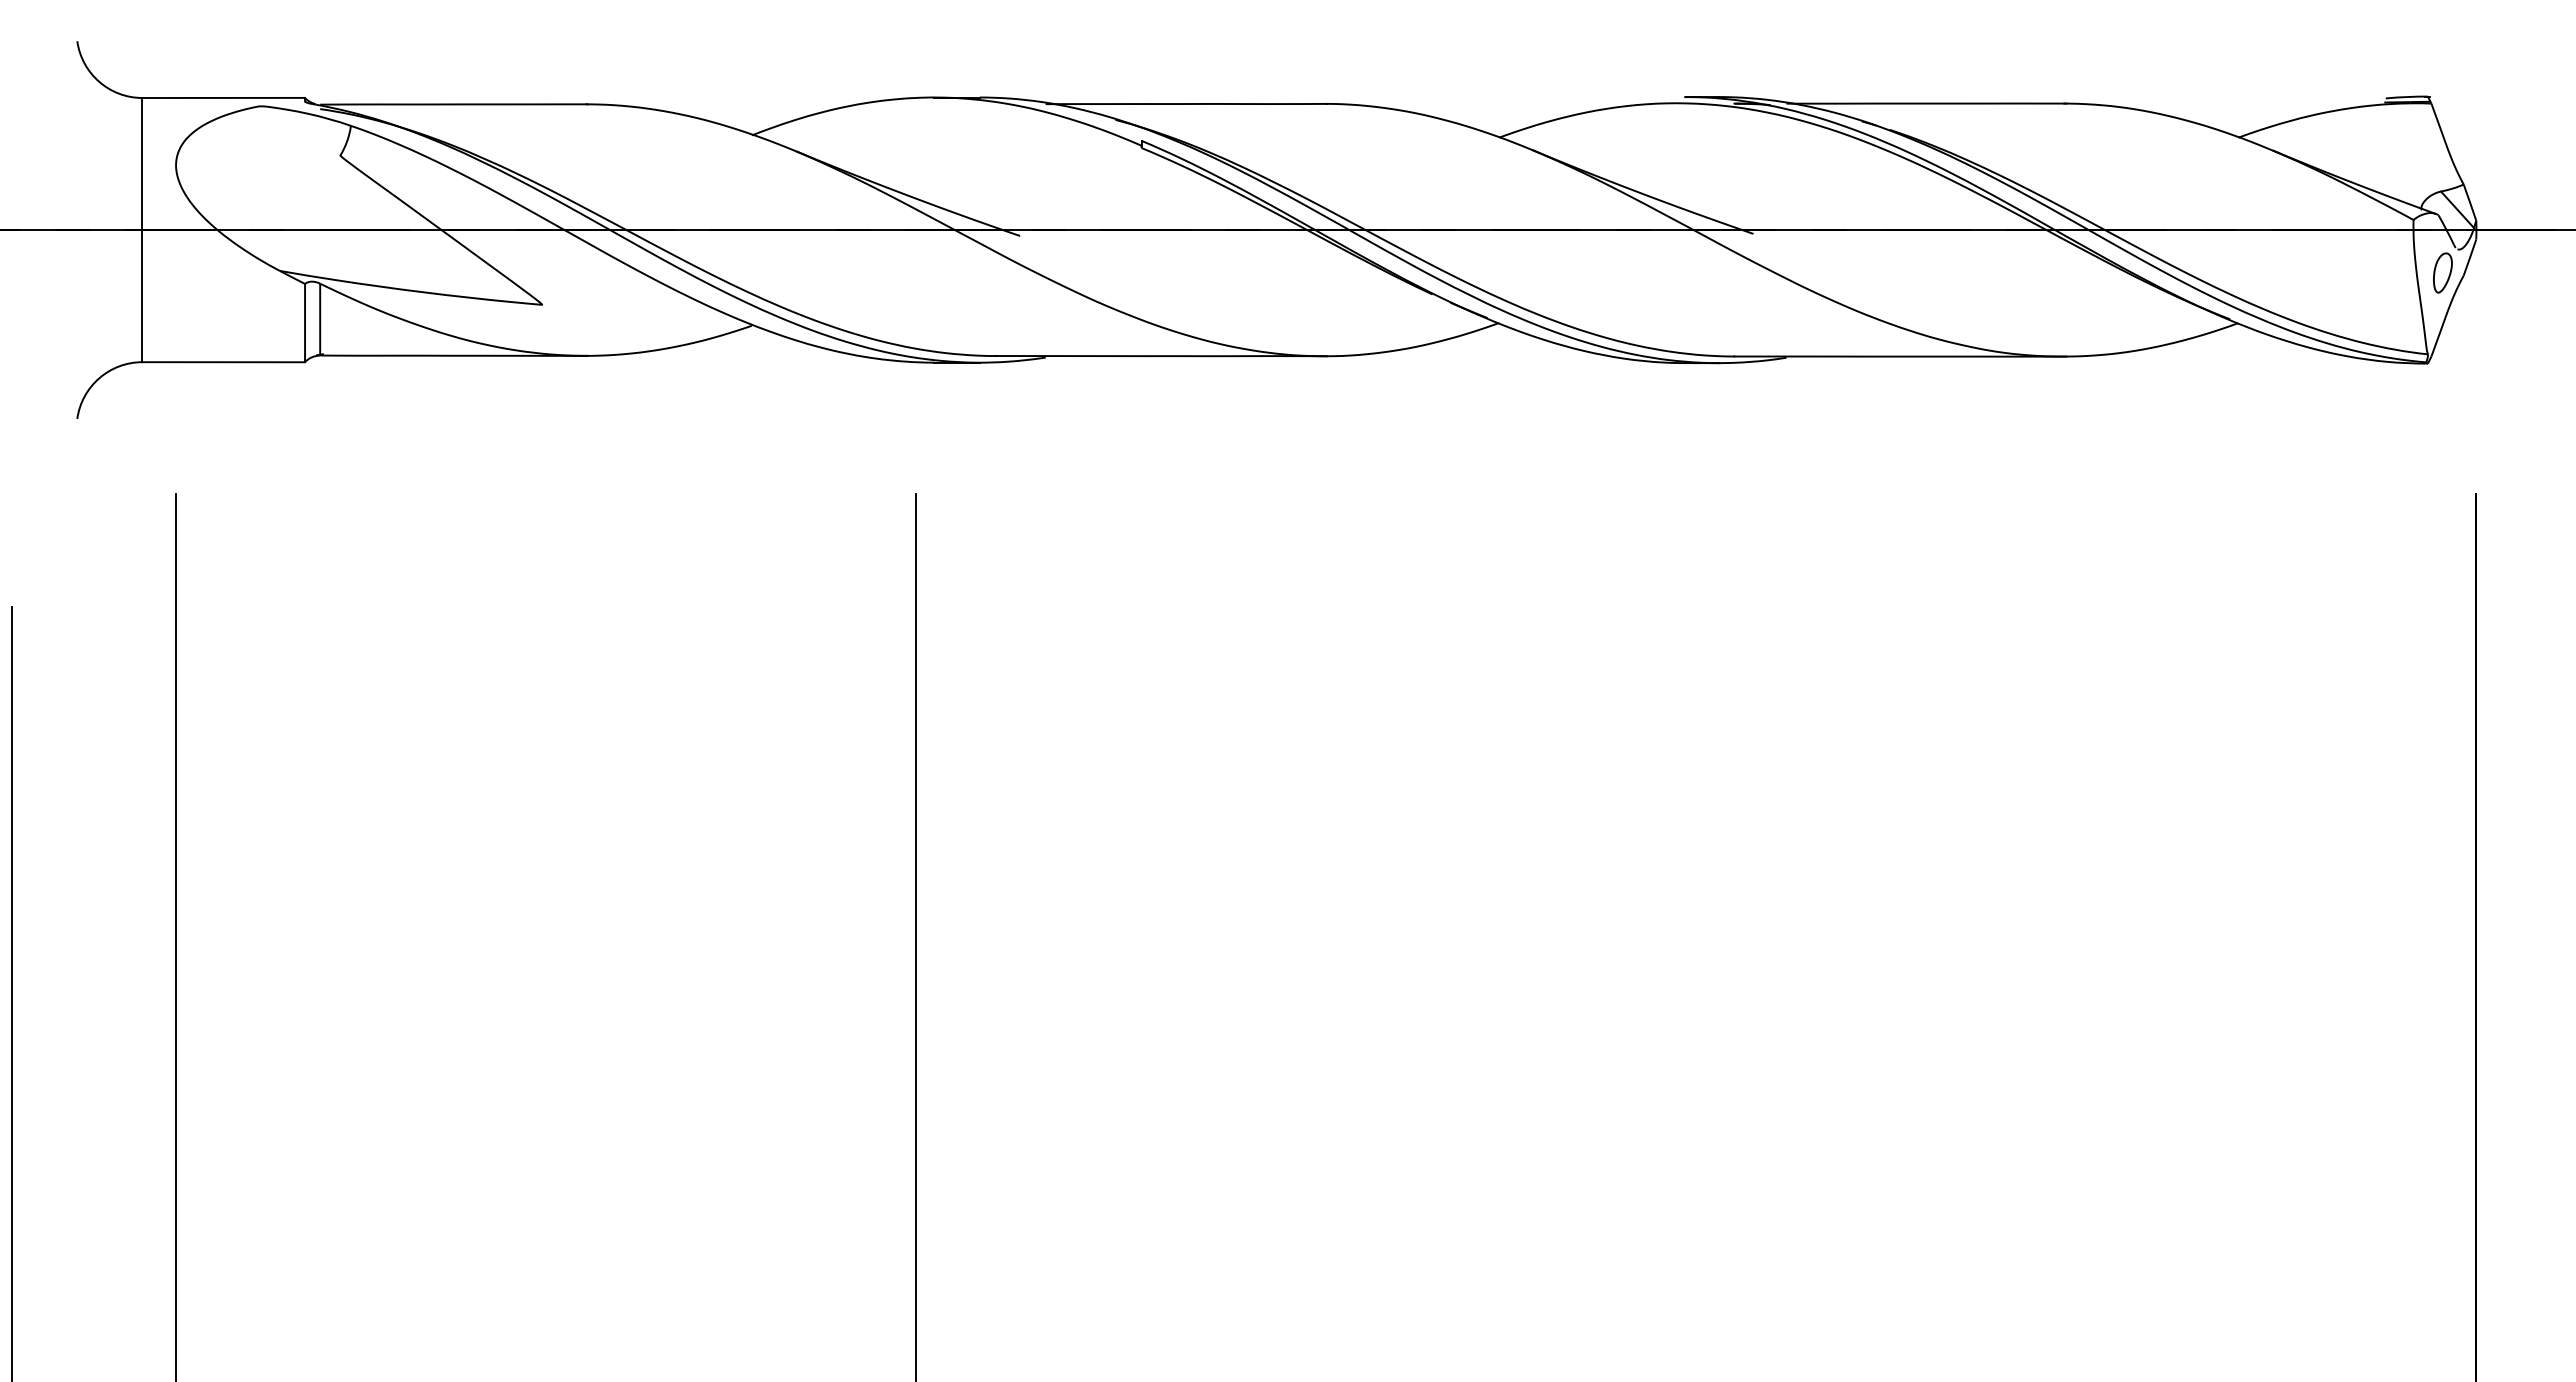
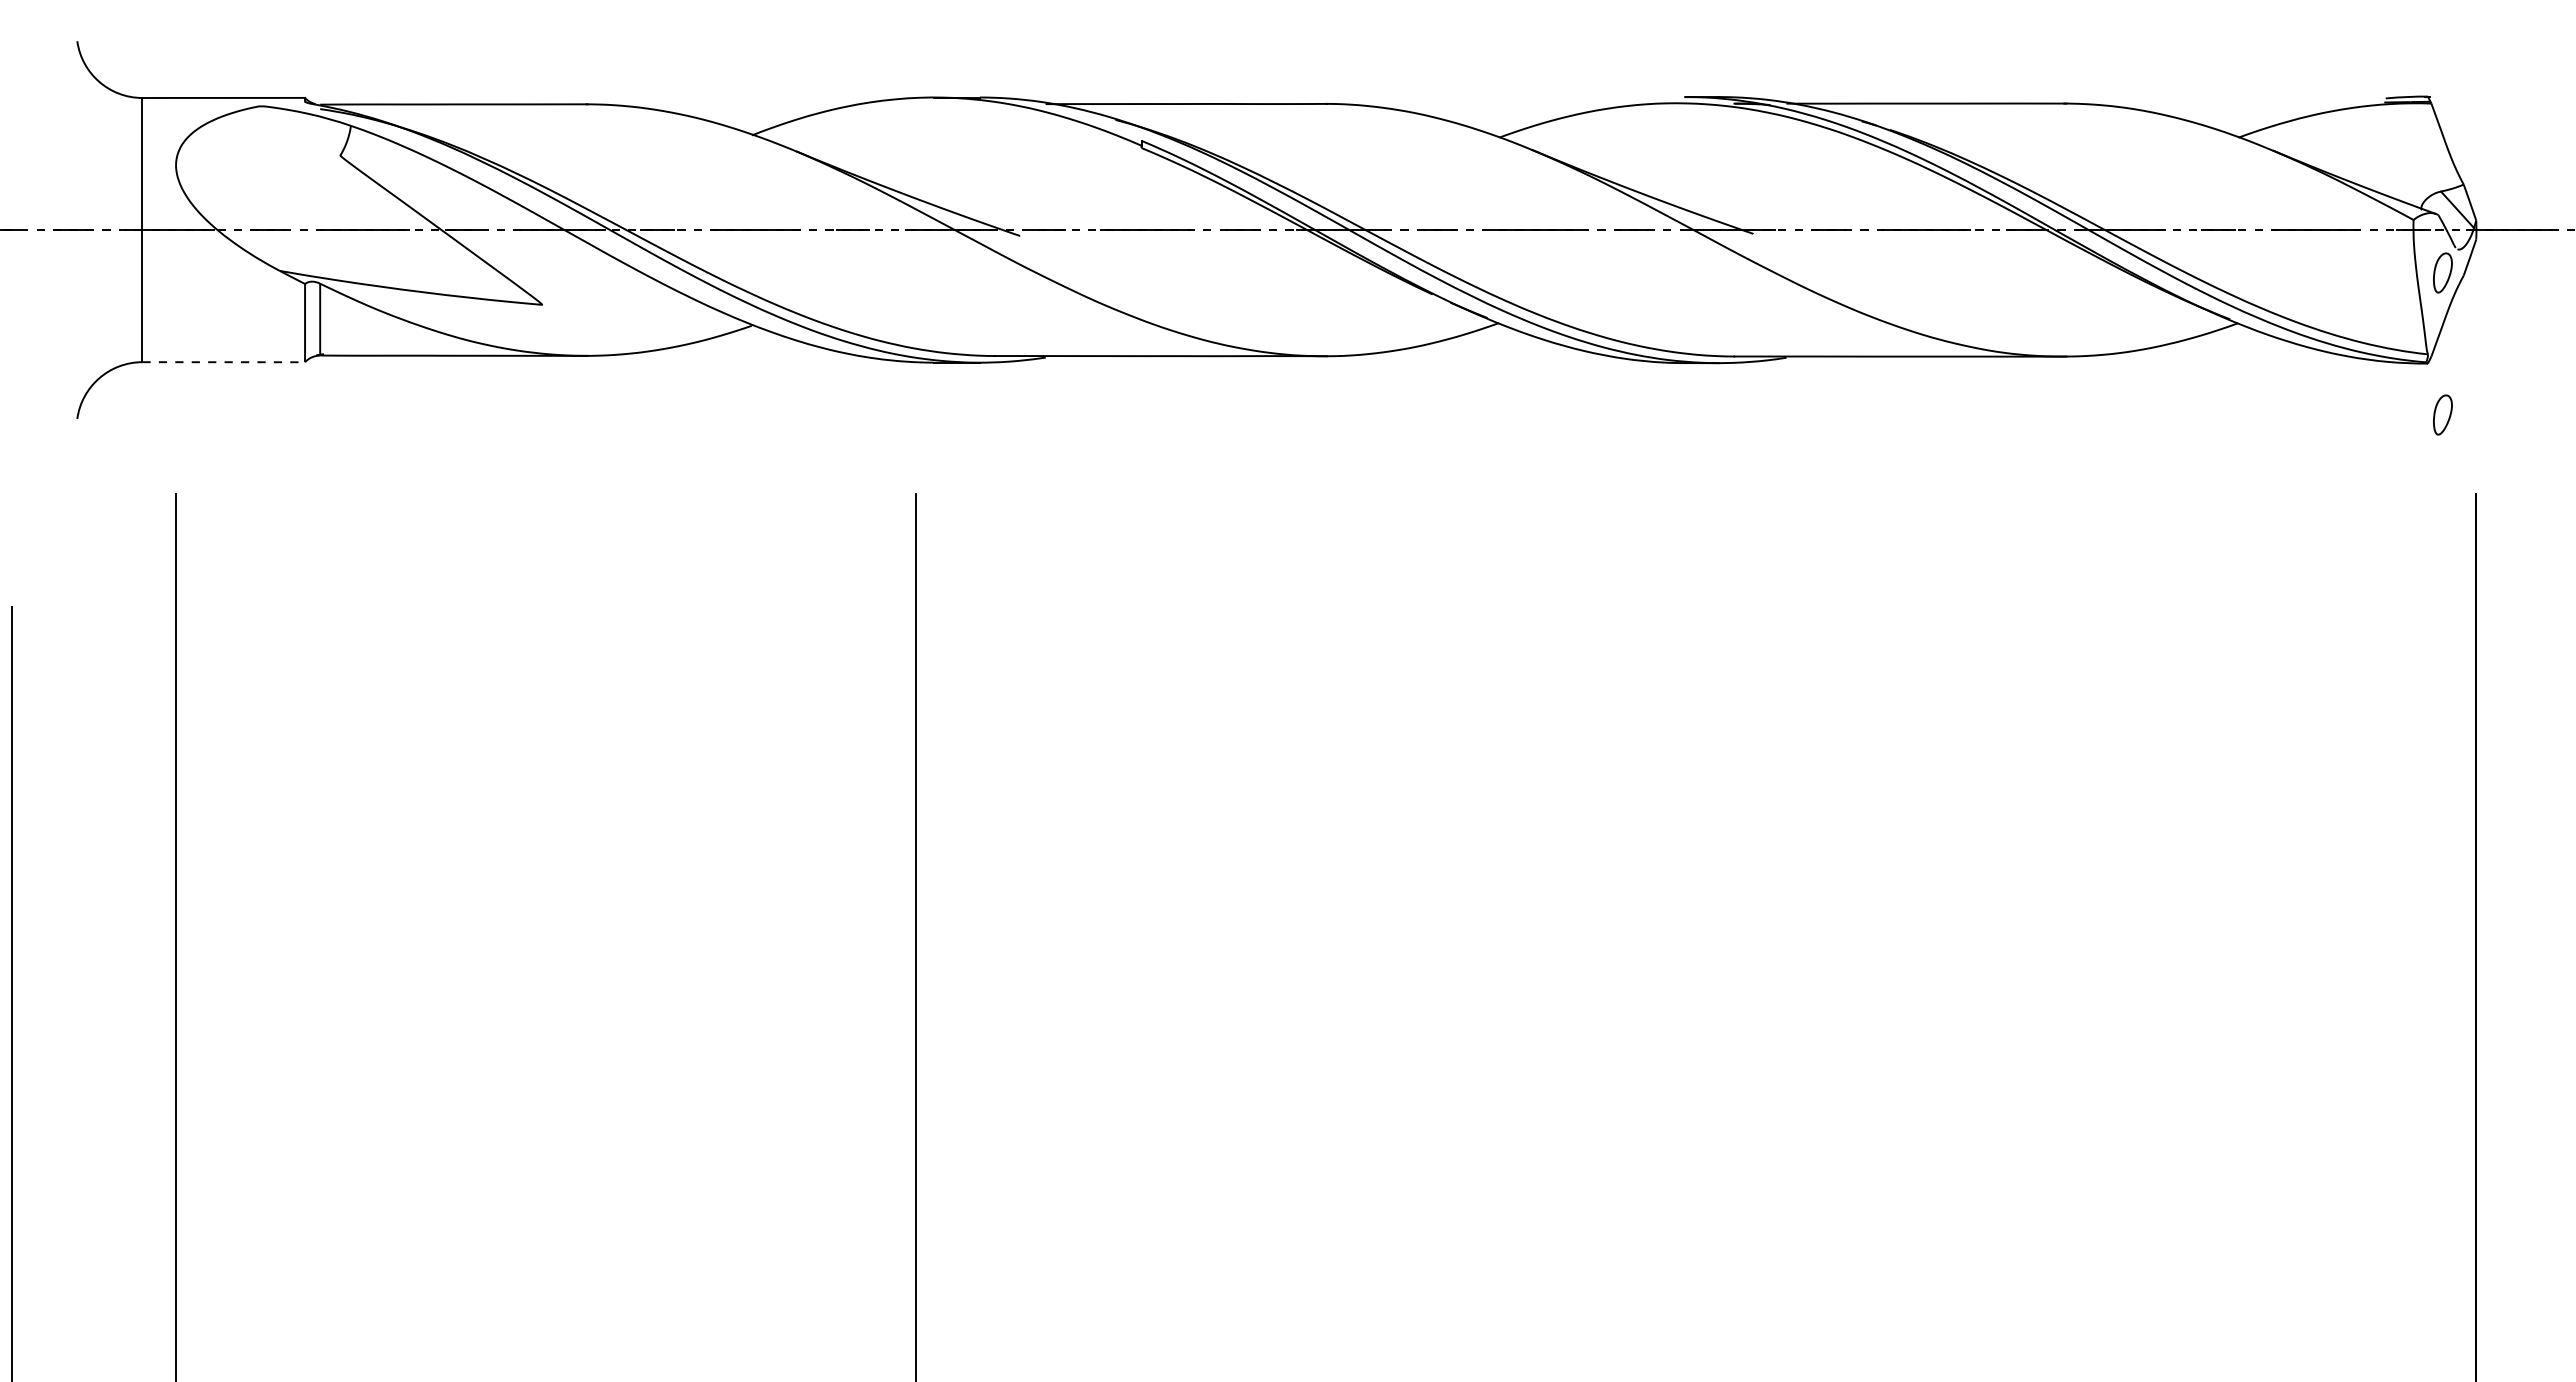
line at (1288, 230): solid -> dashed
line at (224, 362): solid -> dashed
part at (2442, 414): none -> present
